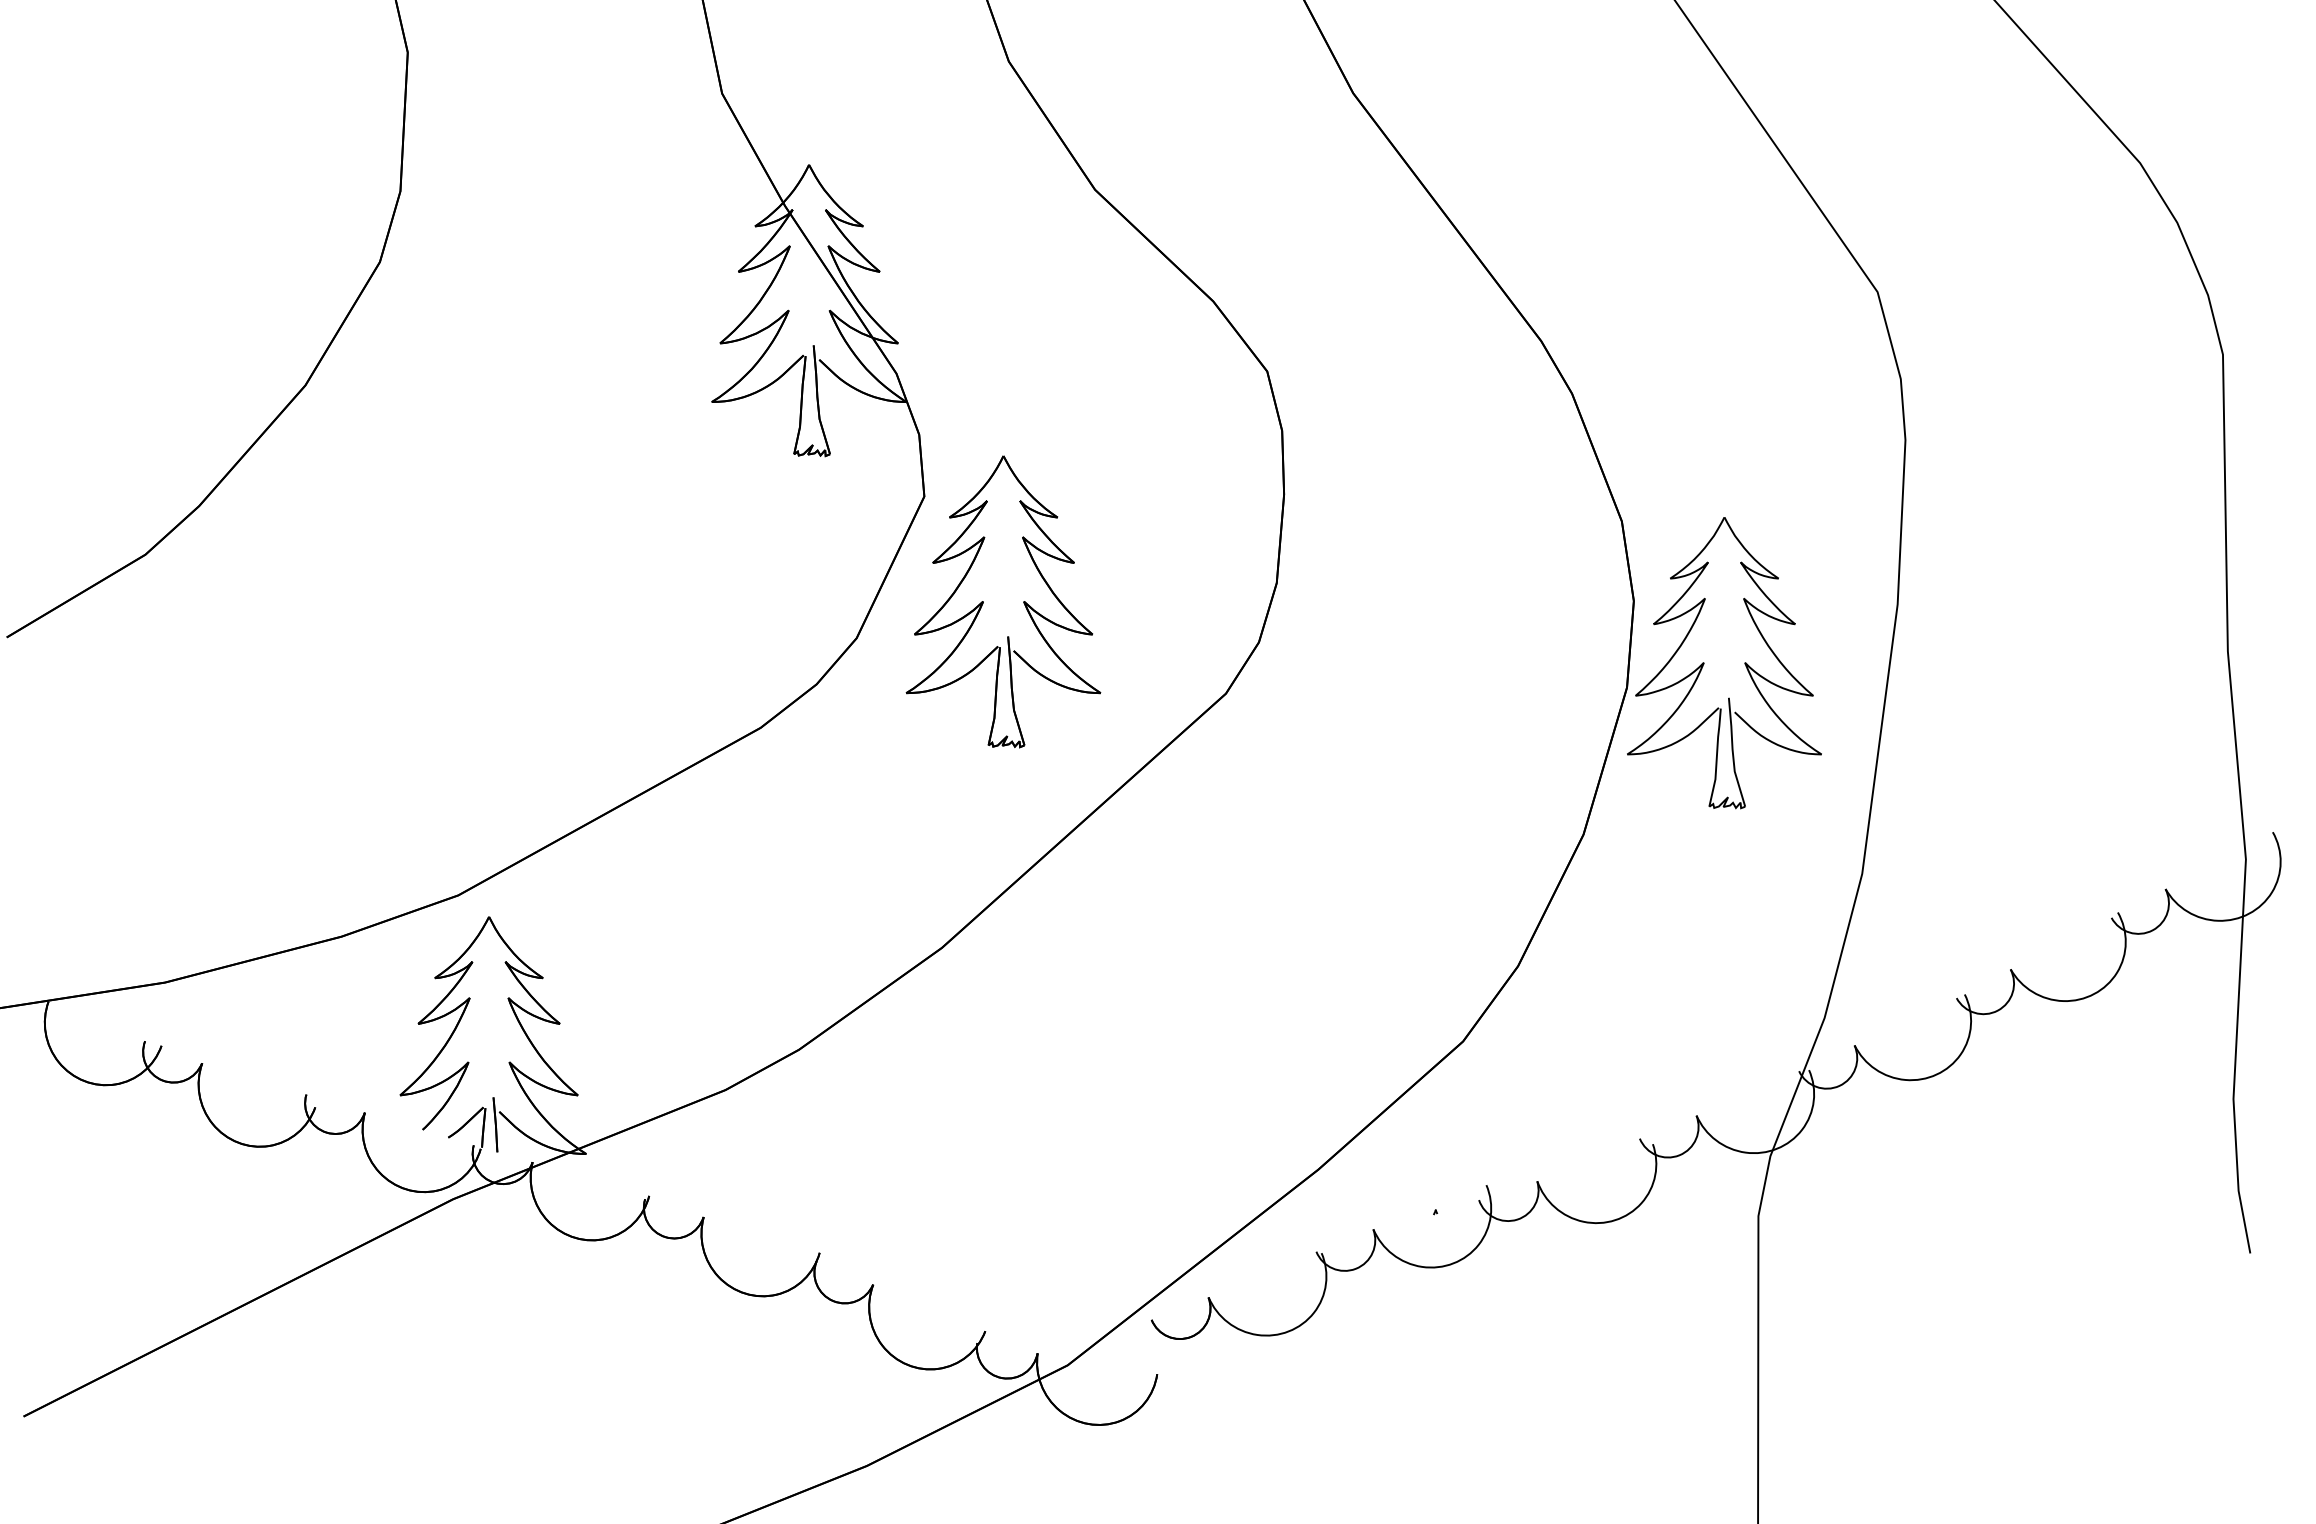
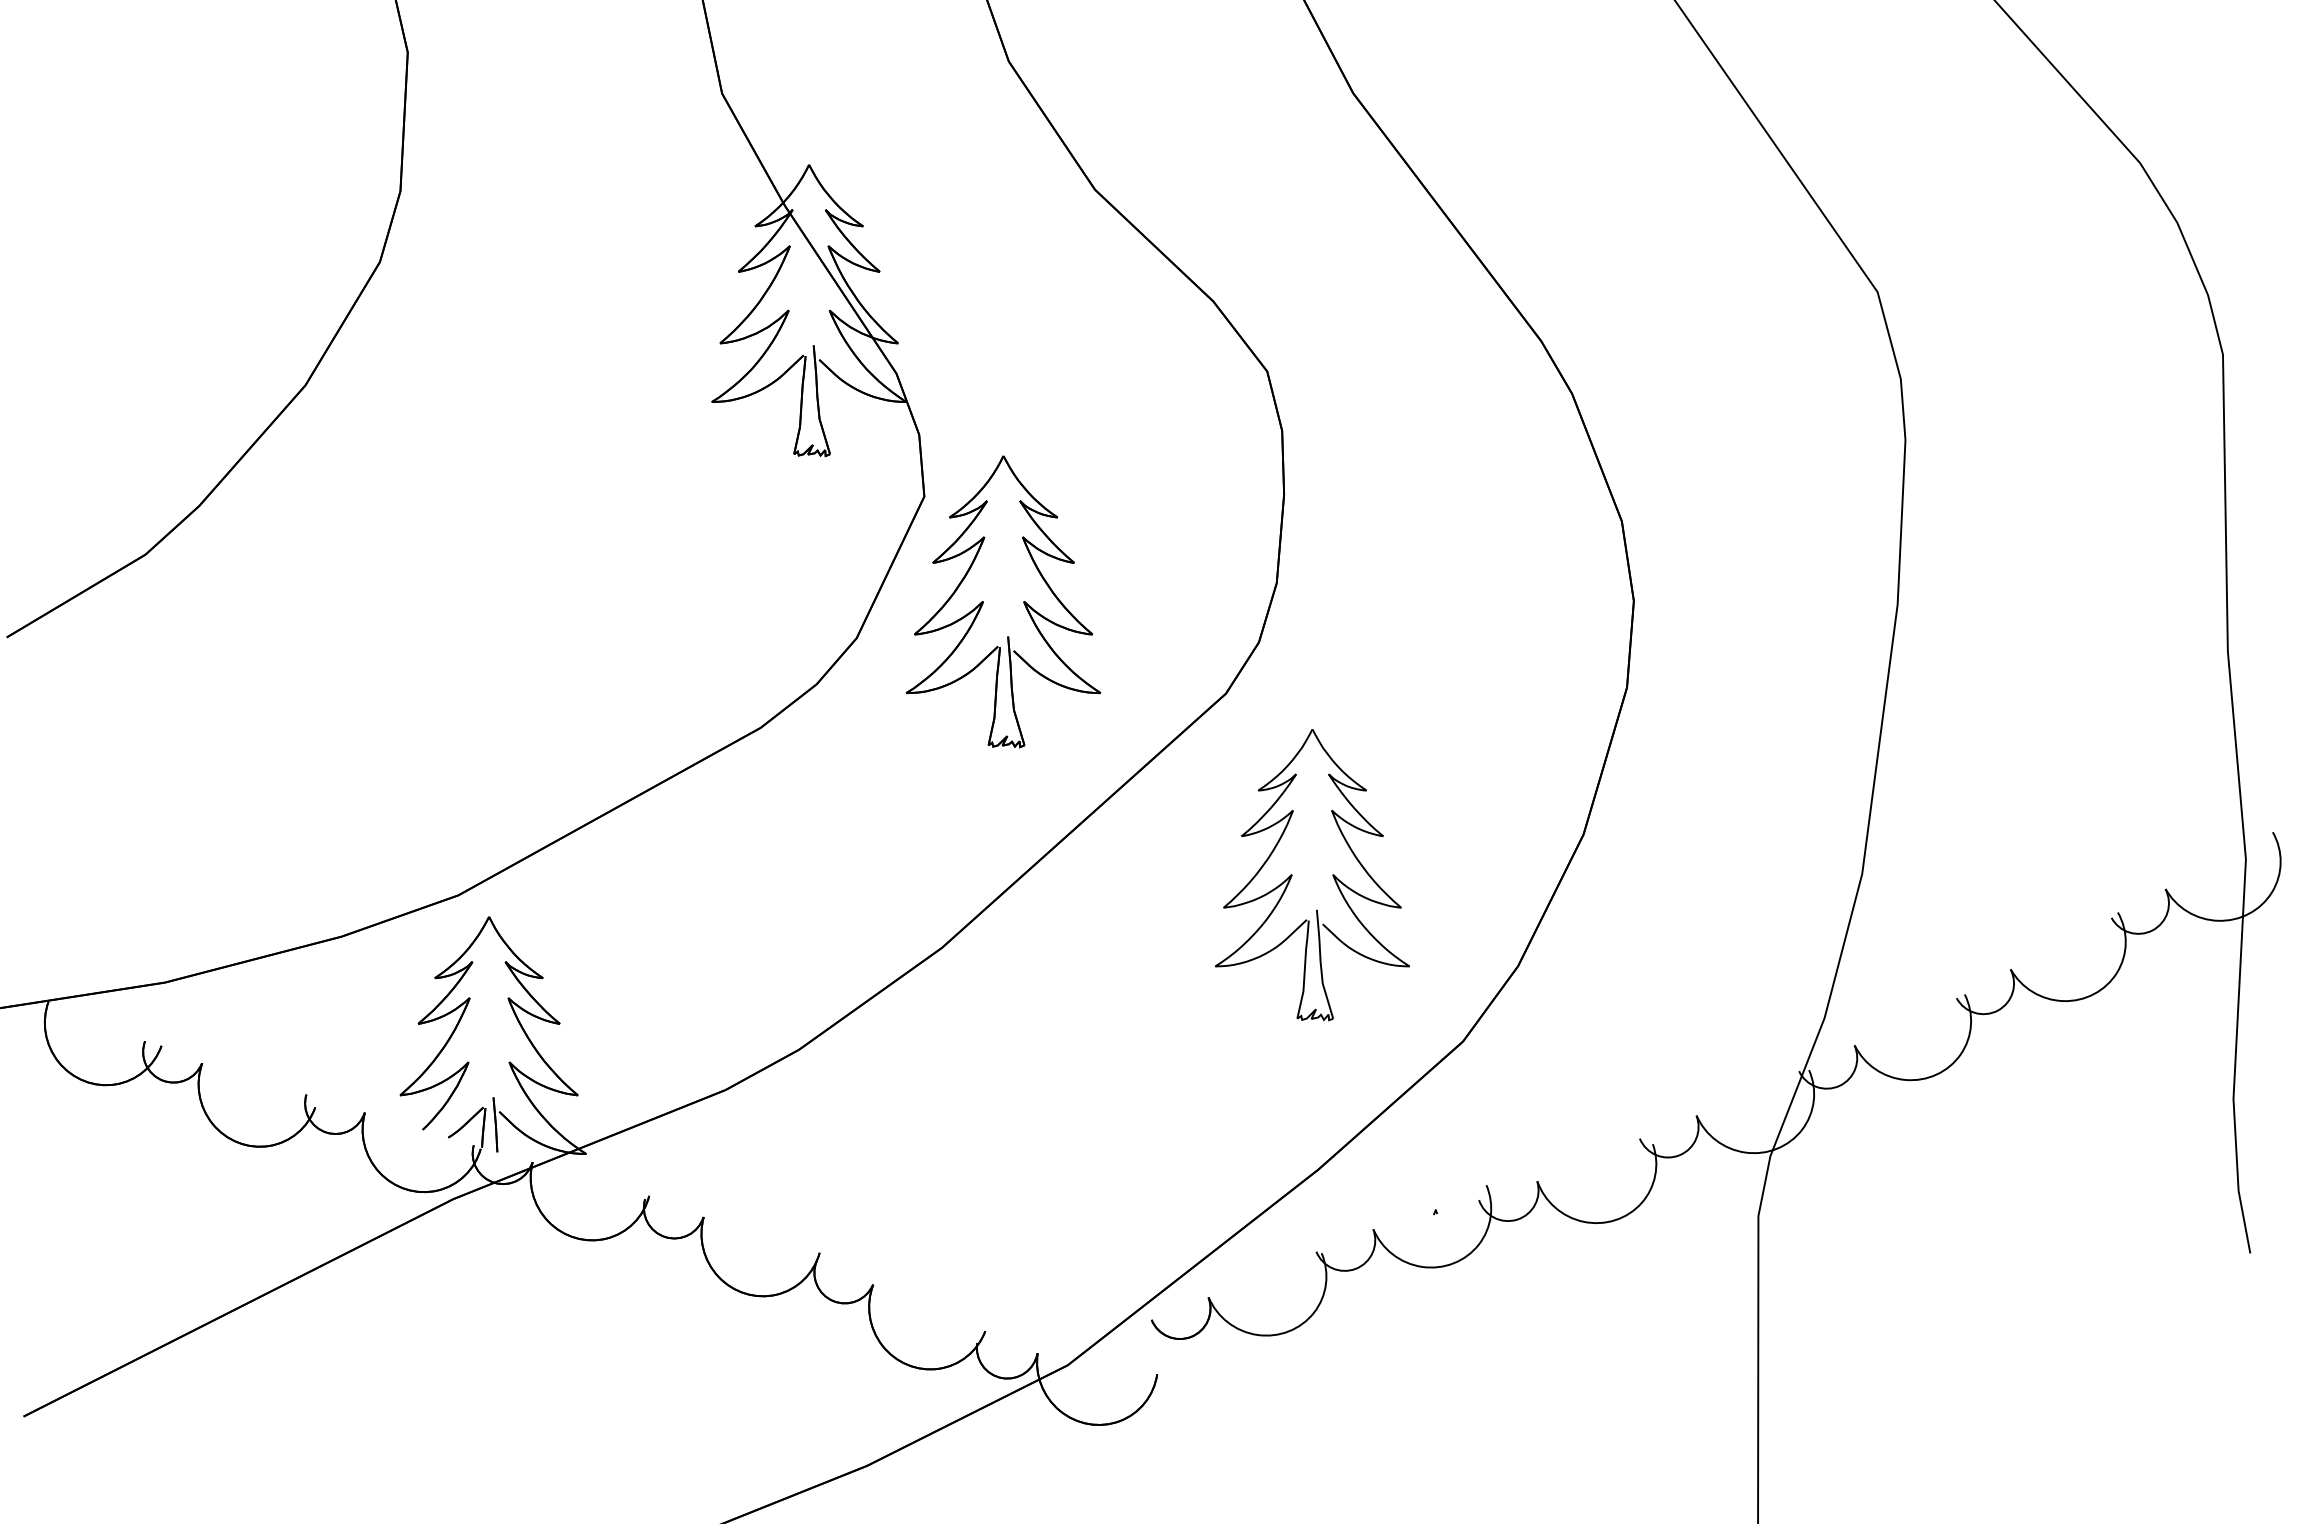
part at (1704, 663) position: (1704, 663) -> (1292, 875)
